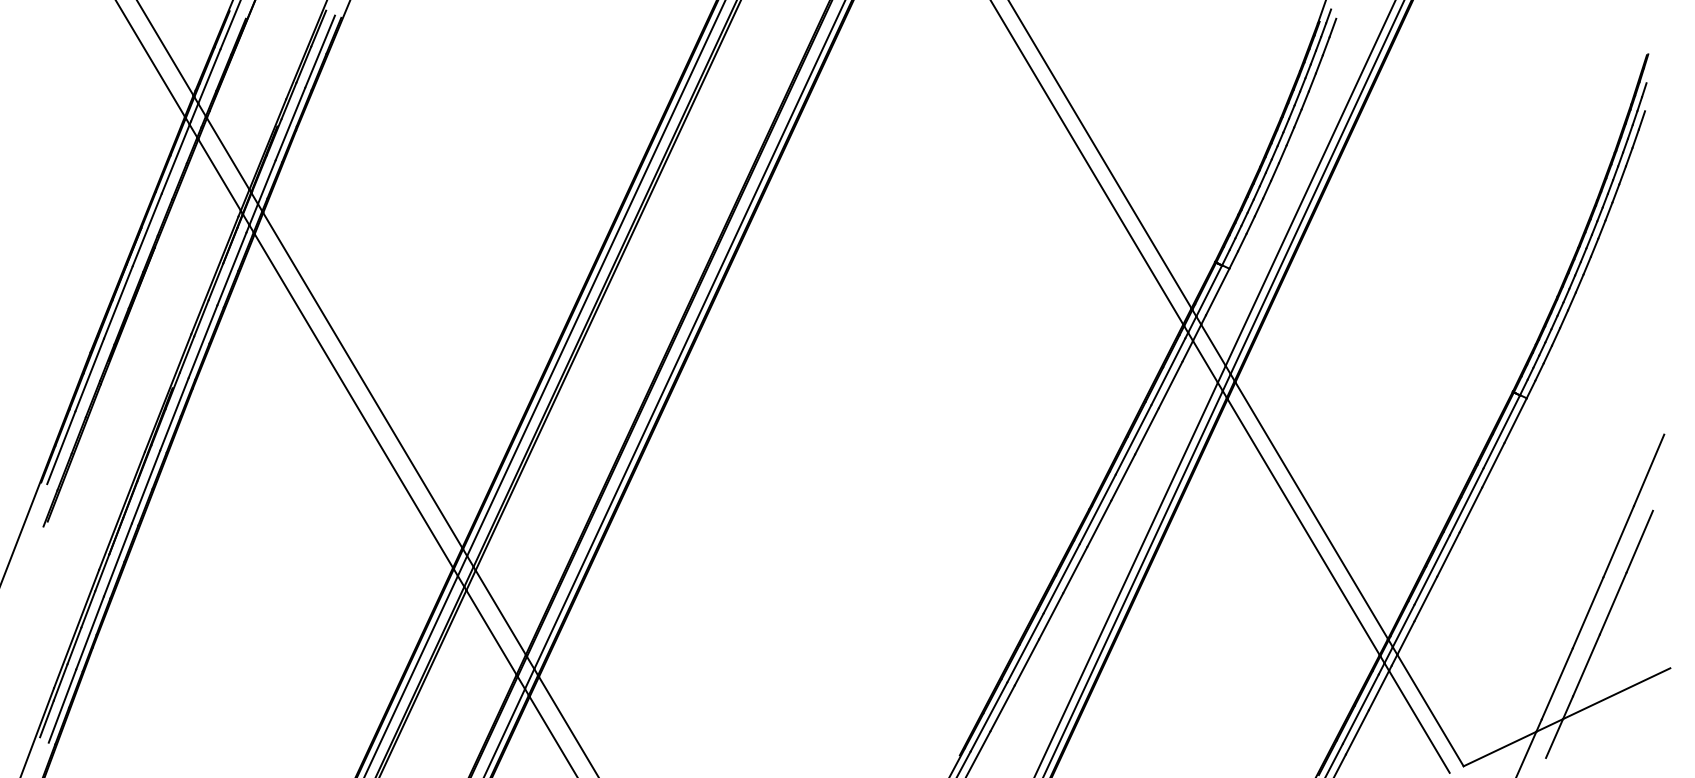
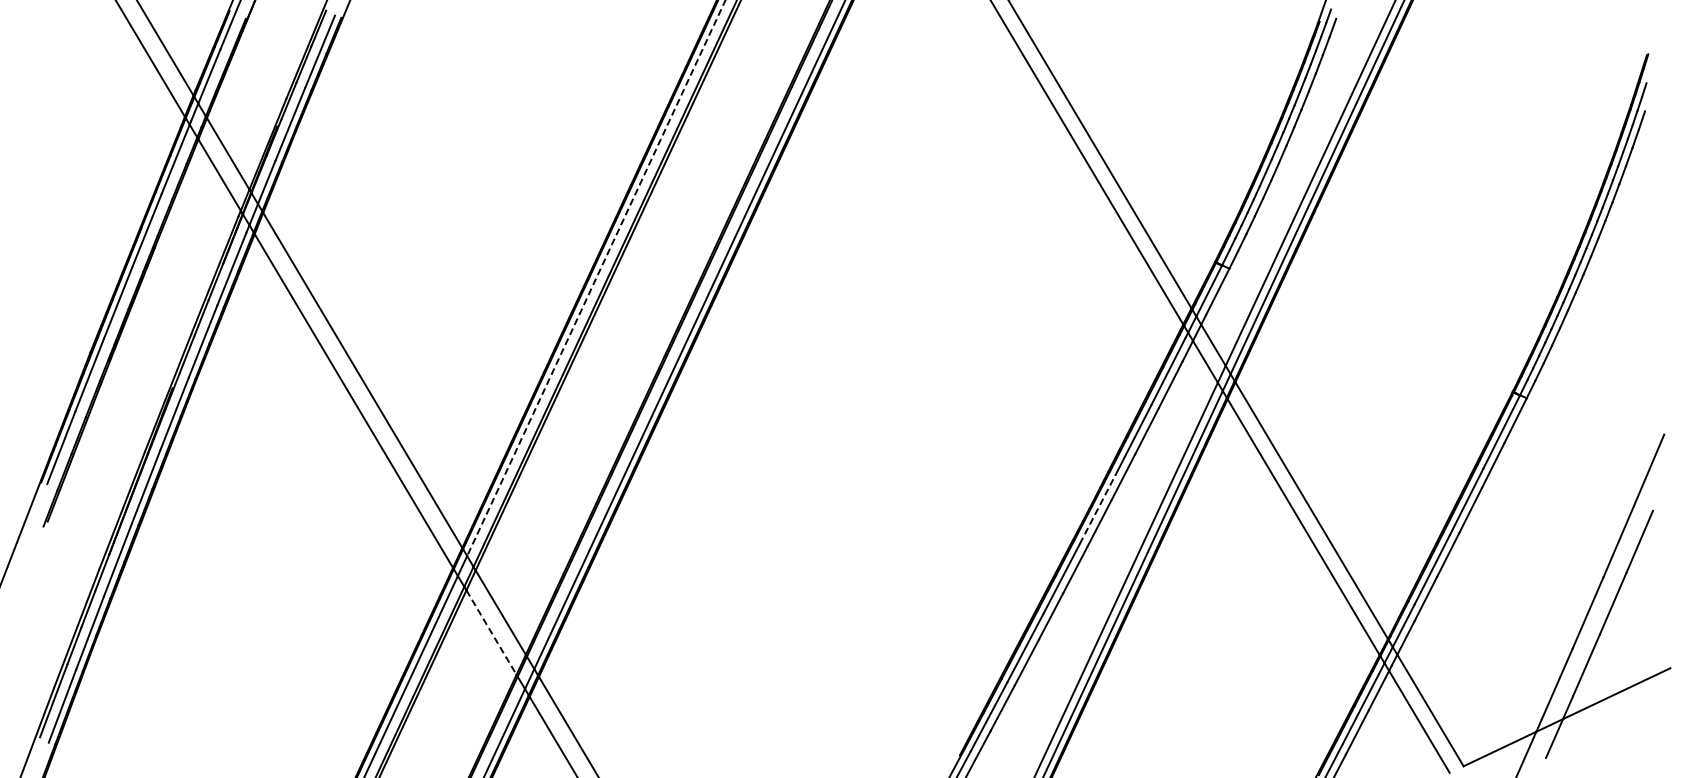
line at (596, 278): solid -> dashed
line at (1098, 508): solid -> dashed
line at (491, 633): solid -> dashed
